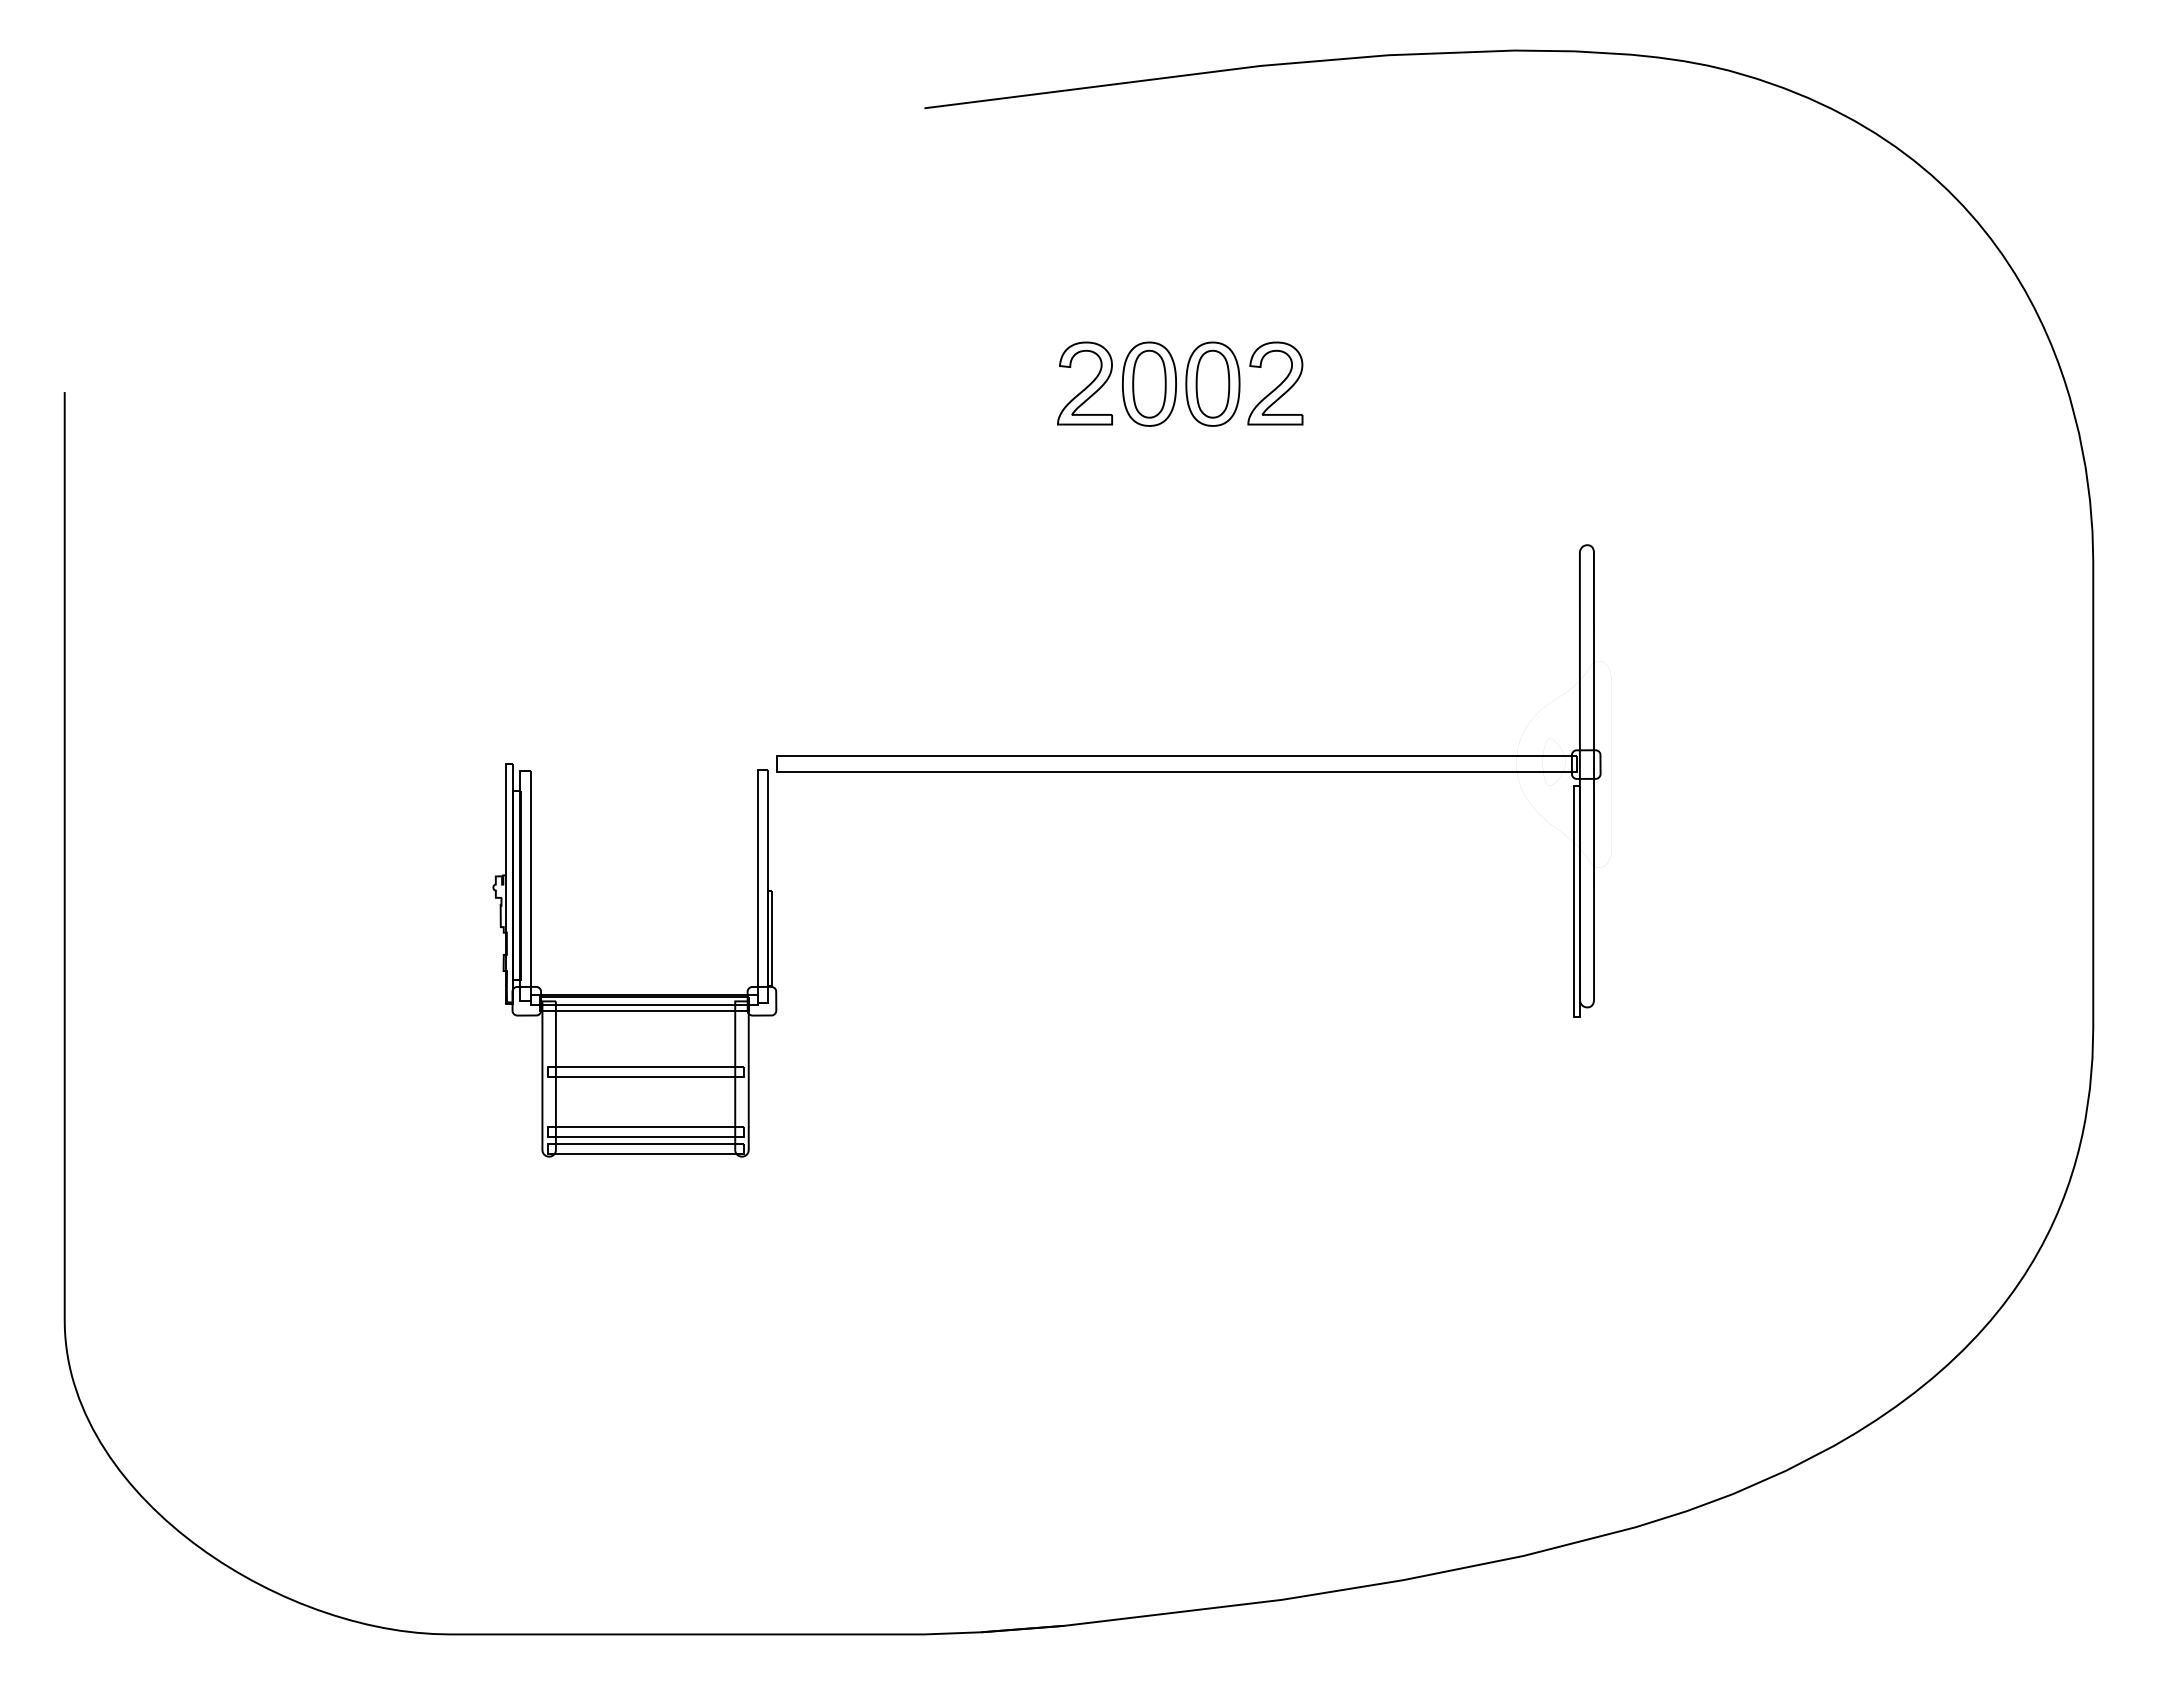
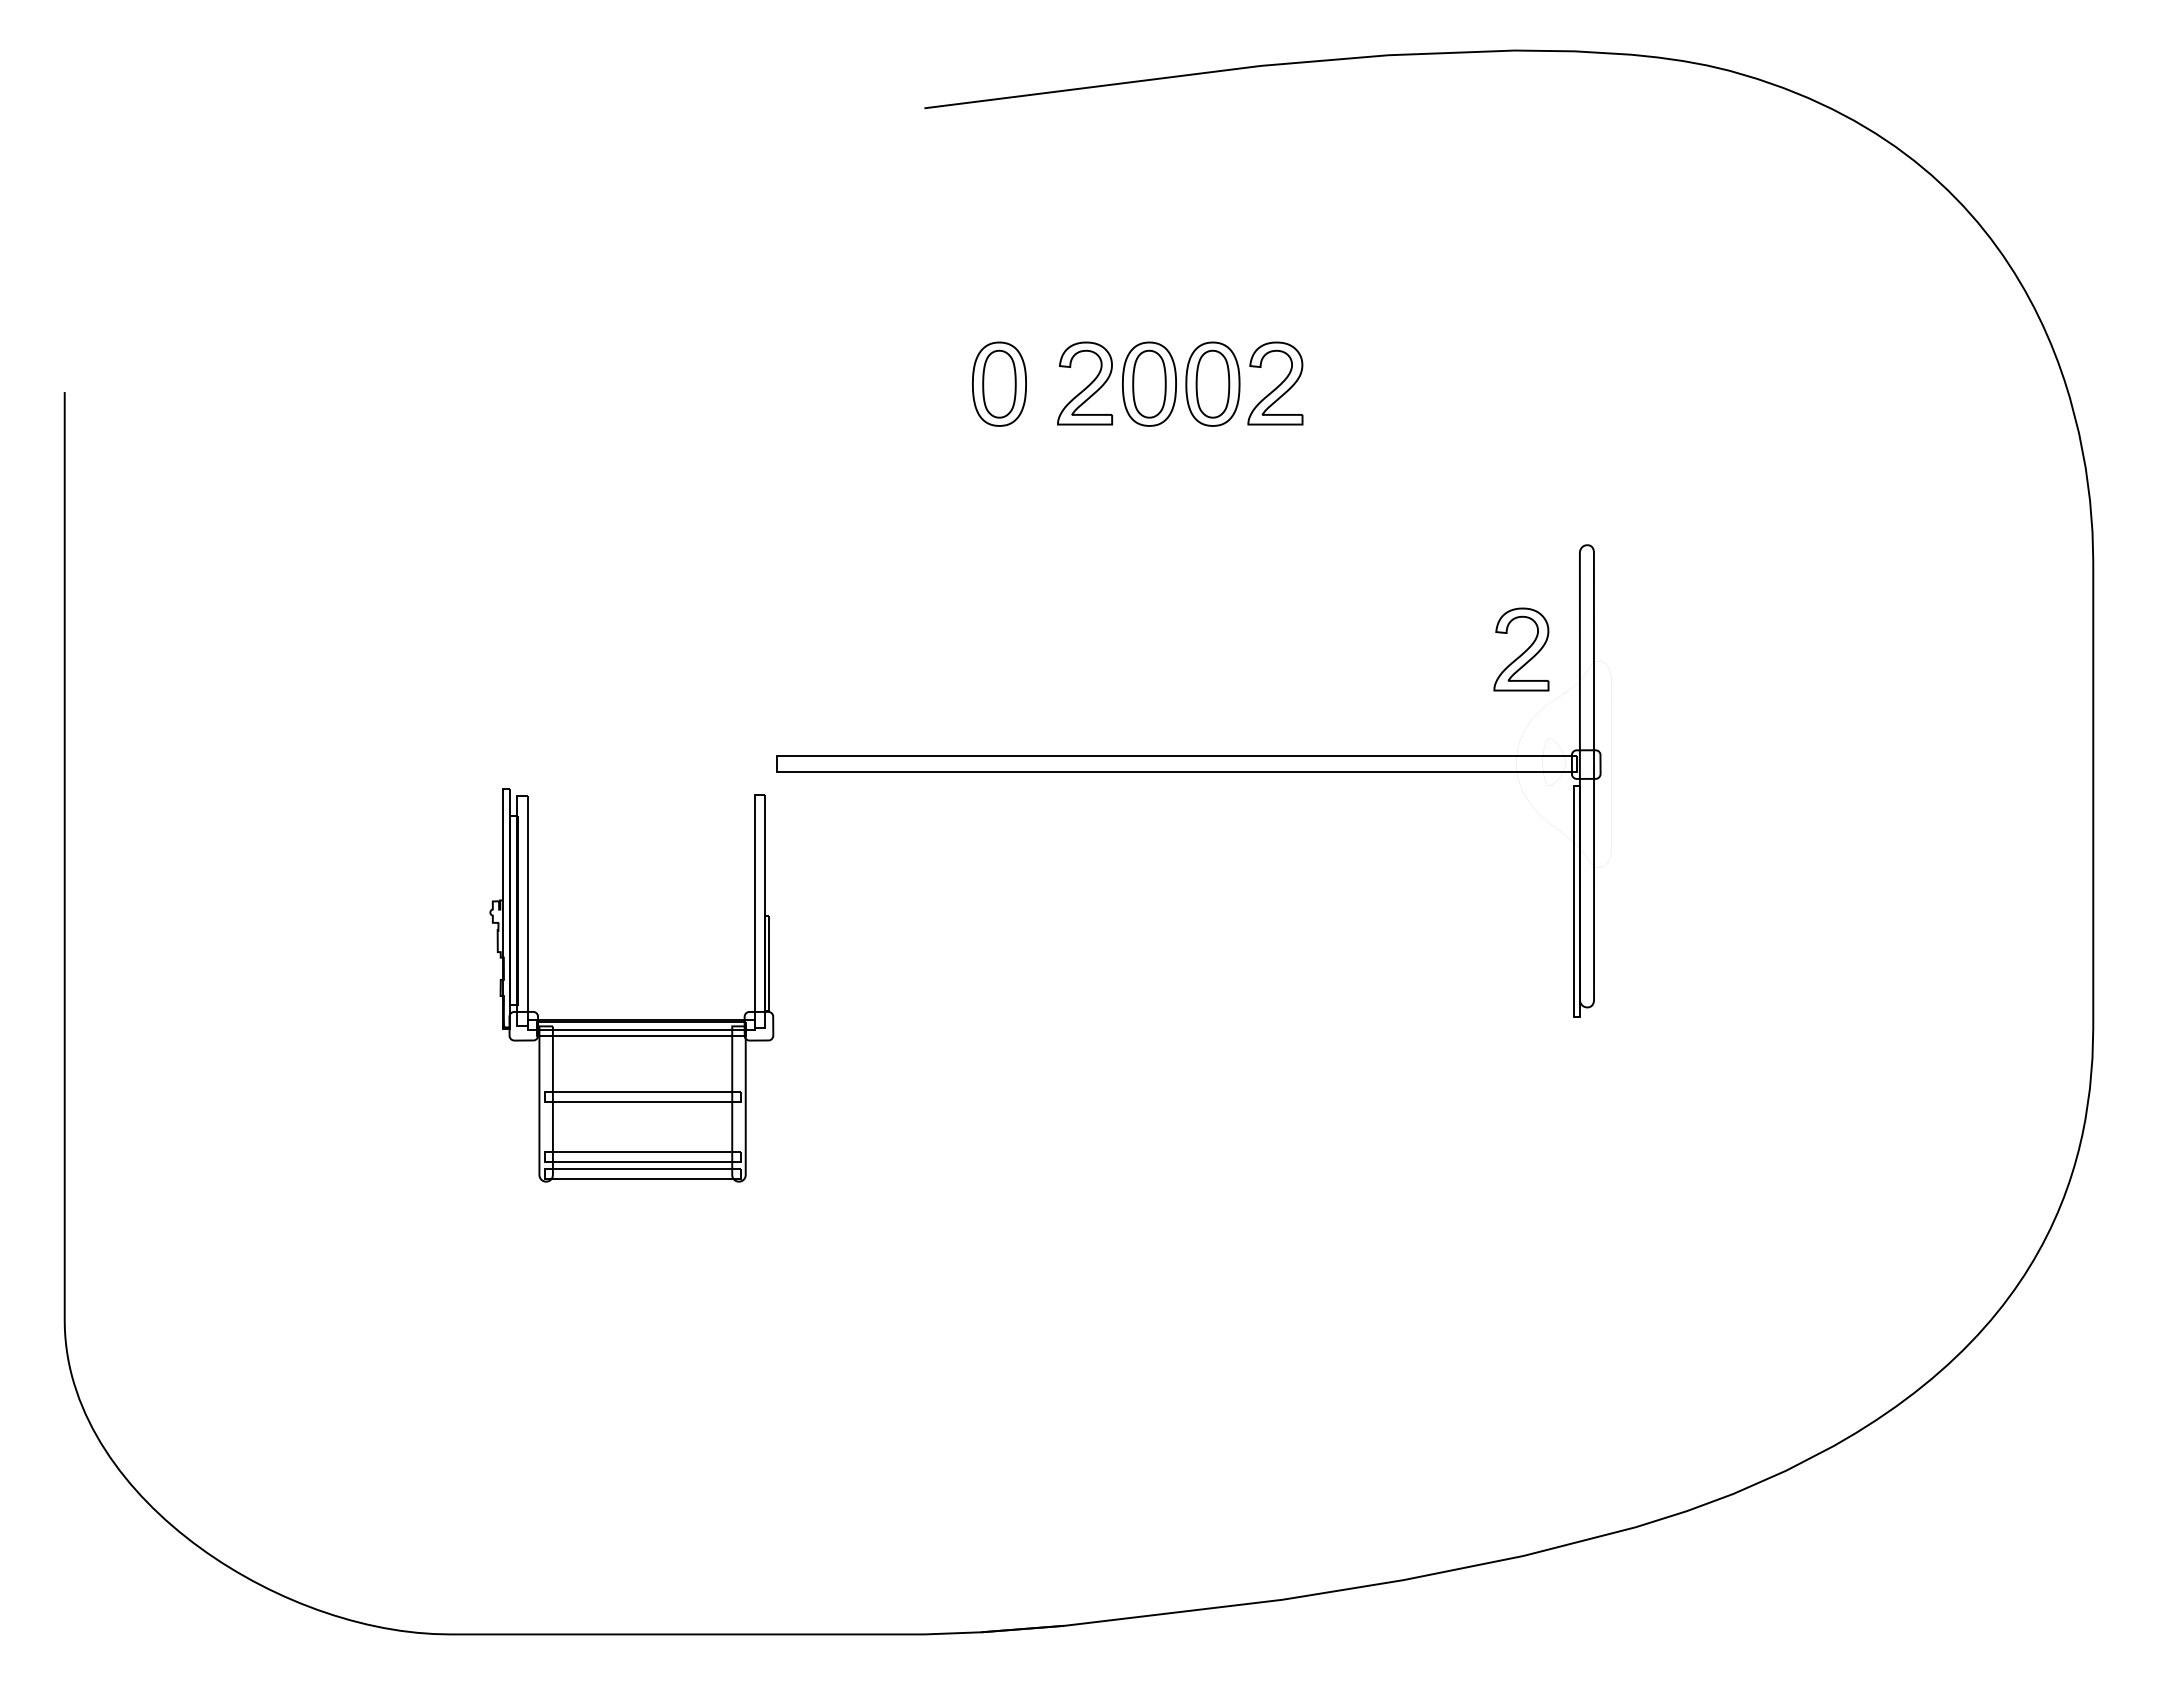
part at (999, 383): none -> present
part at (1521, 649): none -> present
part at (634, 994) position: (634, 994) -> (631, 1019)
